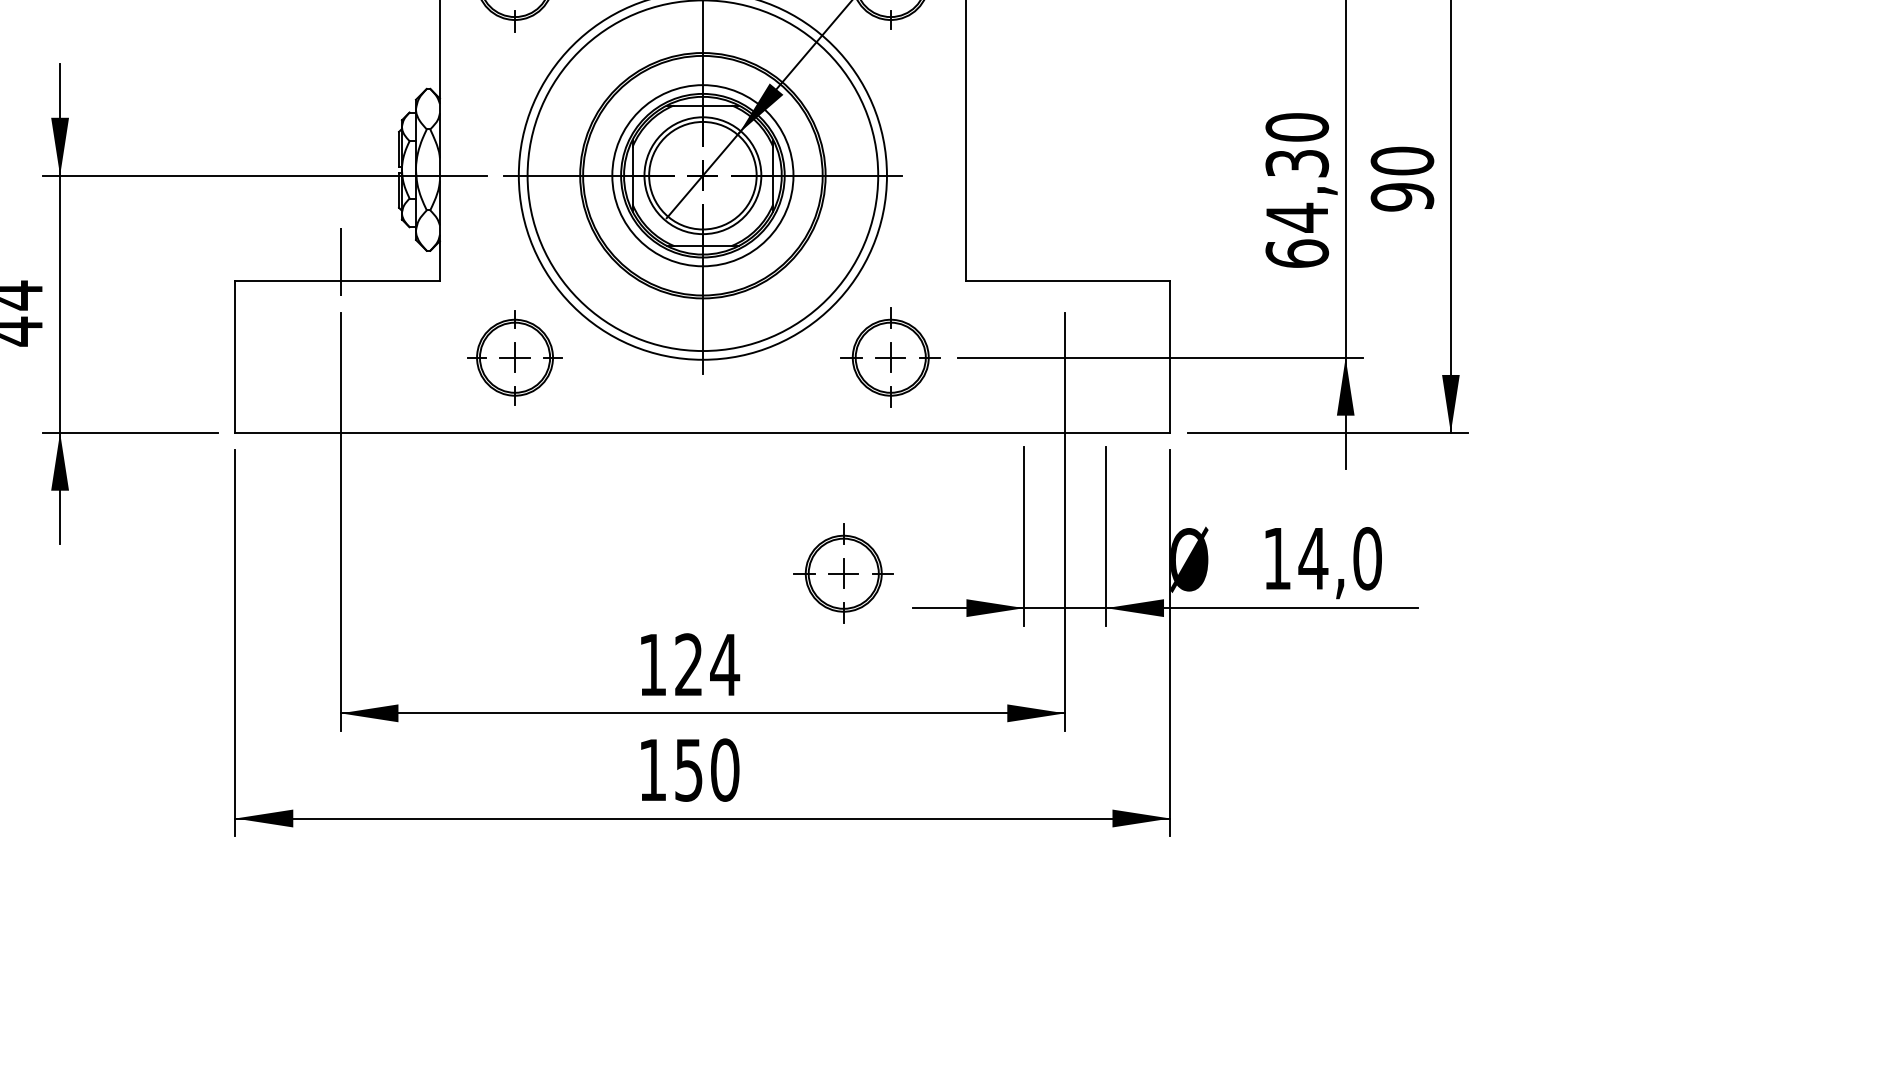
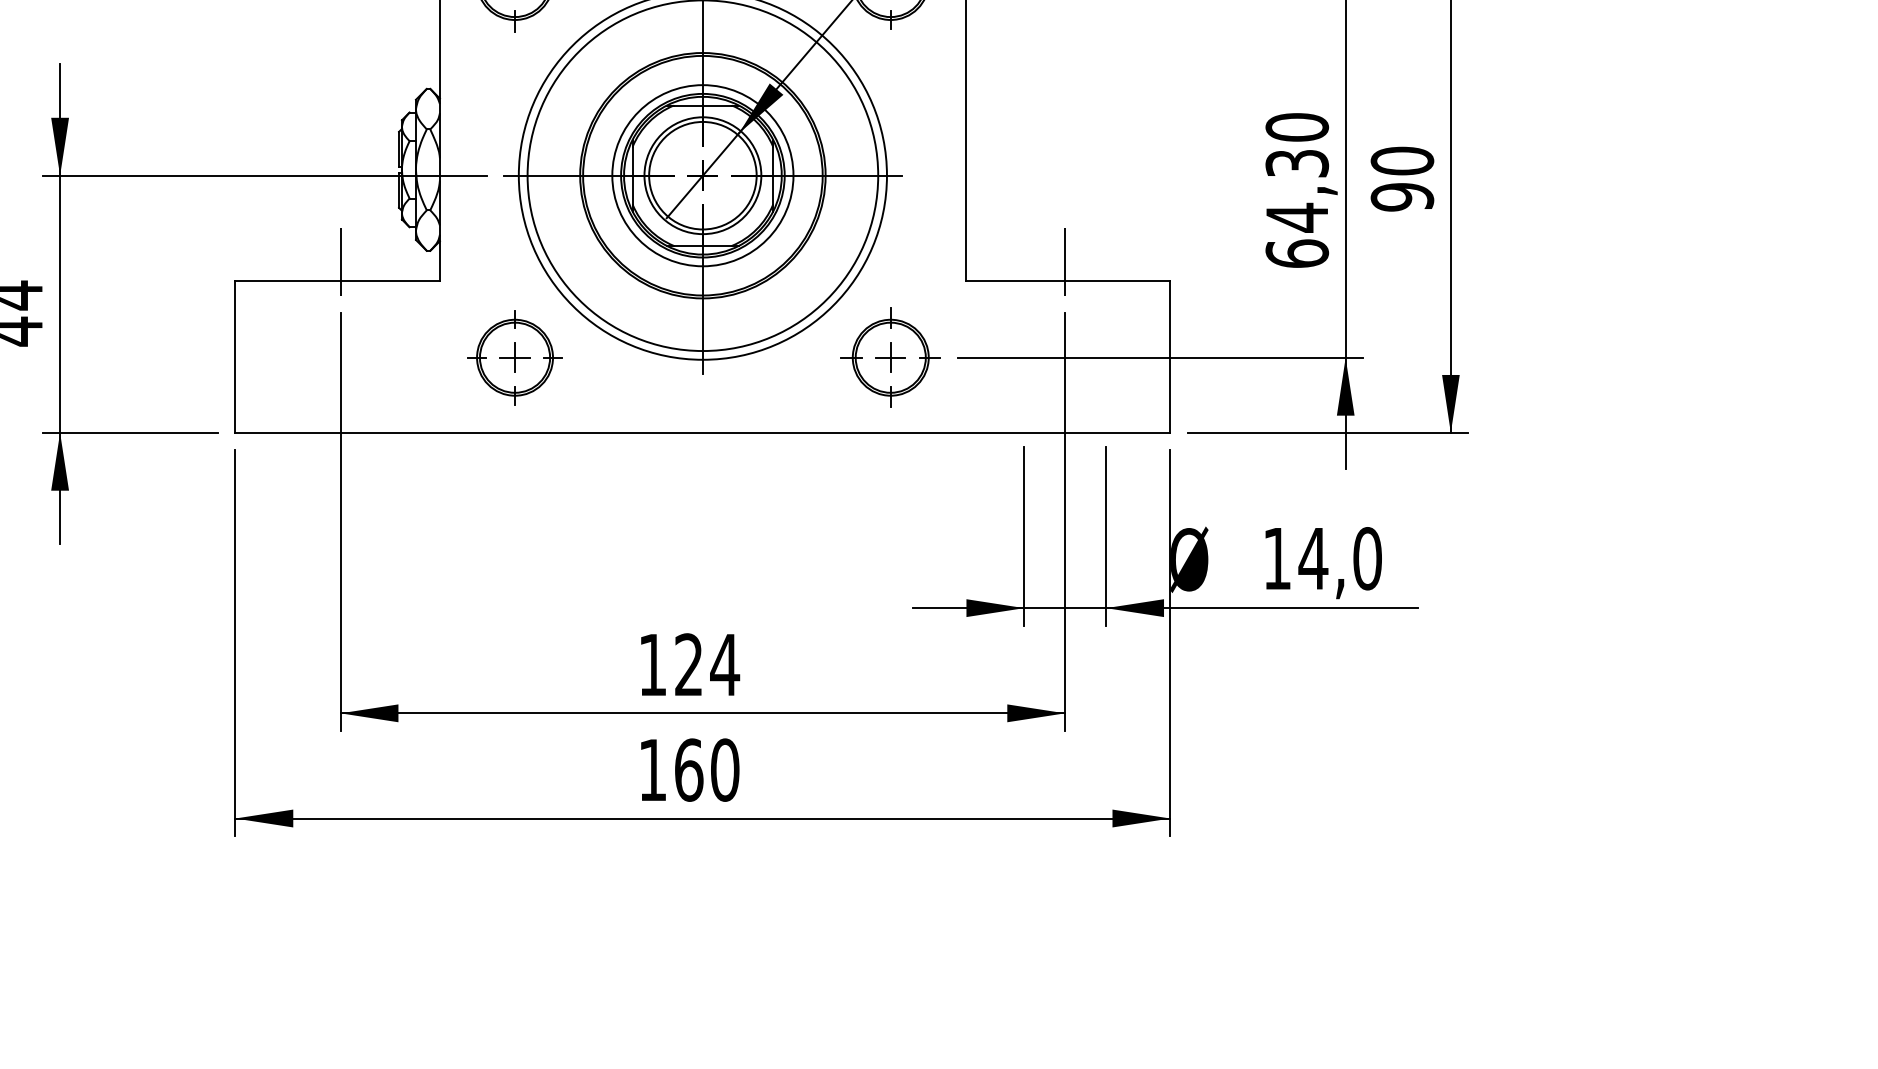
line at (1065, 261): none -> present
part at (843, 573): present -> none
text at (689, 769): 150 -> 160
